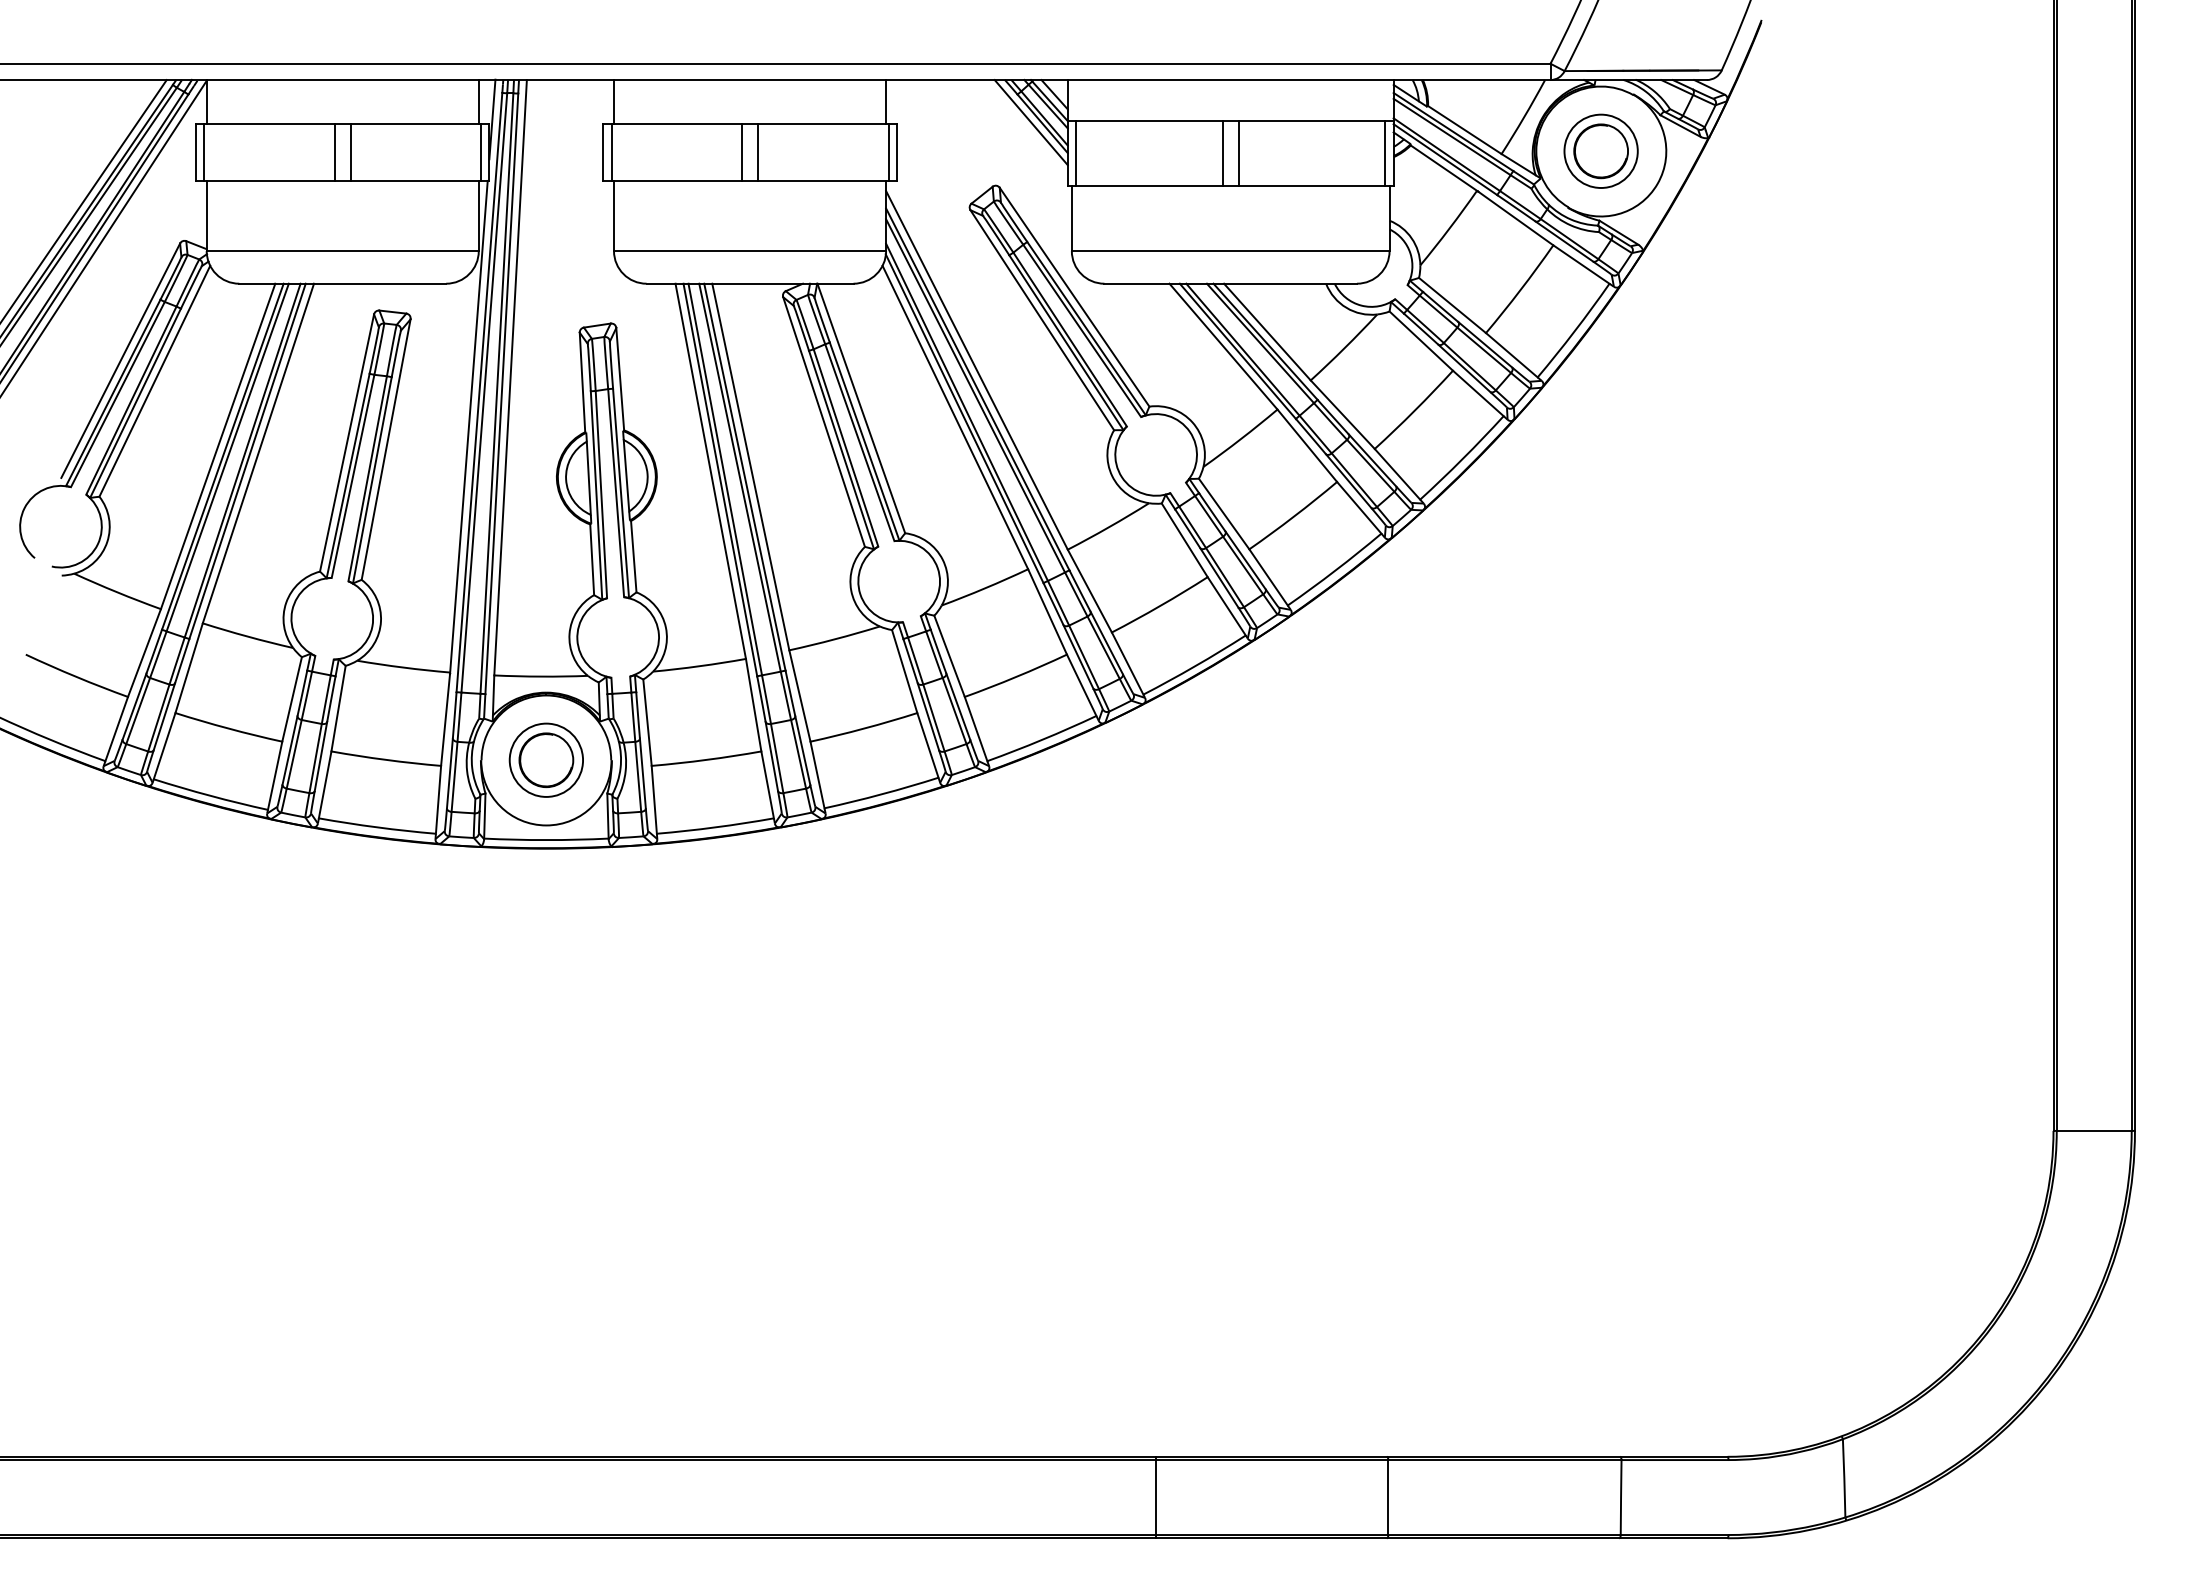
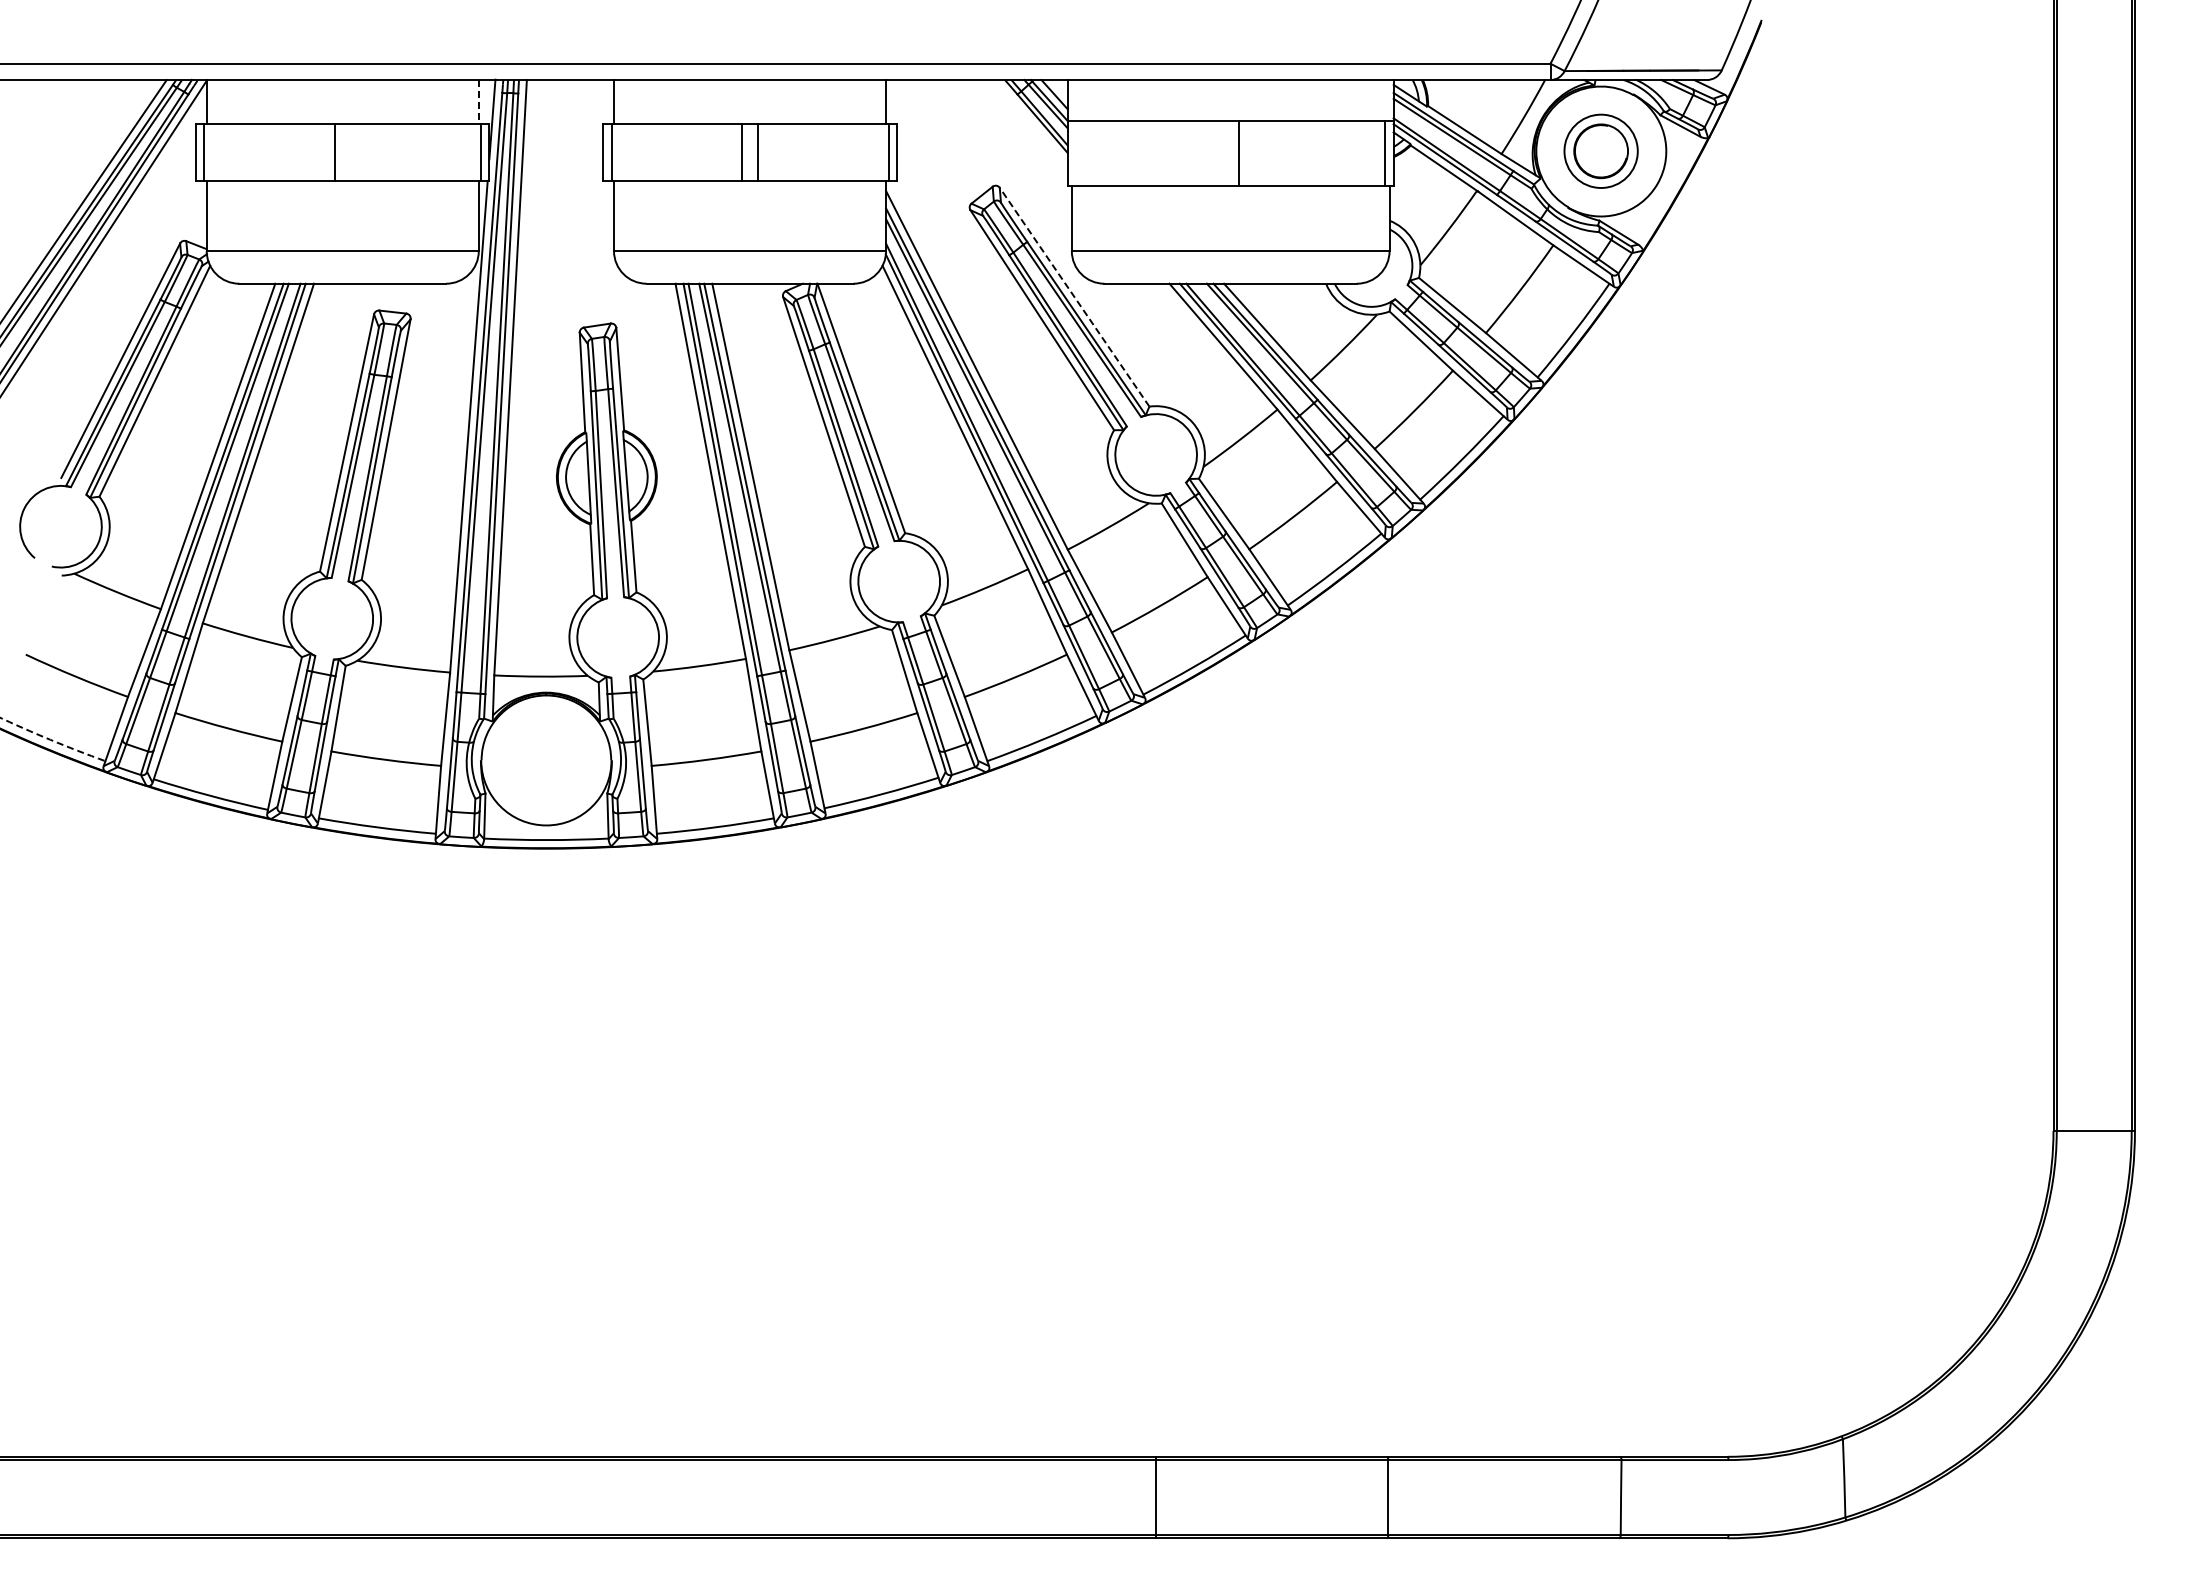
line at (478, 102): solid -> dashed
line at (1030, 122): present -> none
line at (350, 152): present -> none
line at (1075, 152): present -> none
line at (1222, 152): present -> none
line at (1074, 297): solid -> dashed
arc at (52, 740): solid -> dashed
part at (545, 759): present -> none
